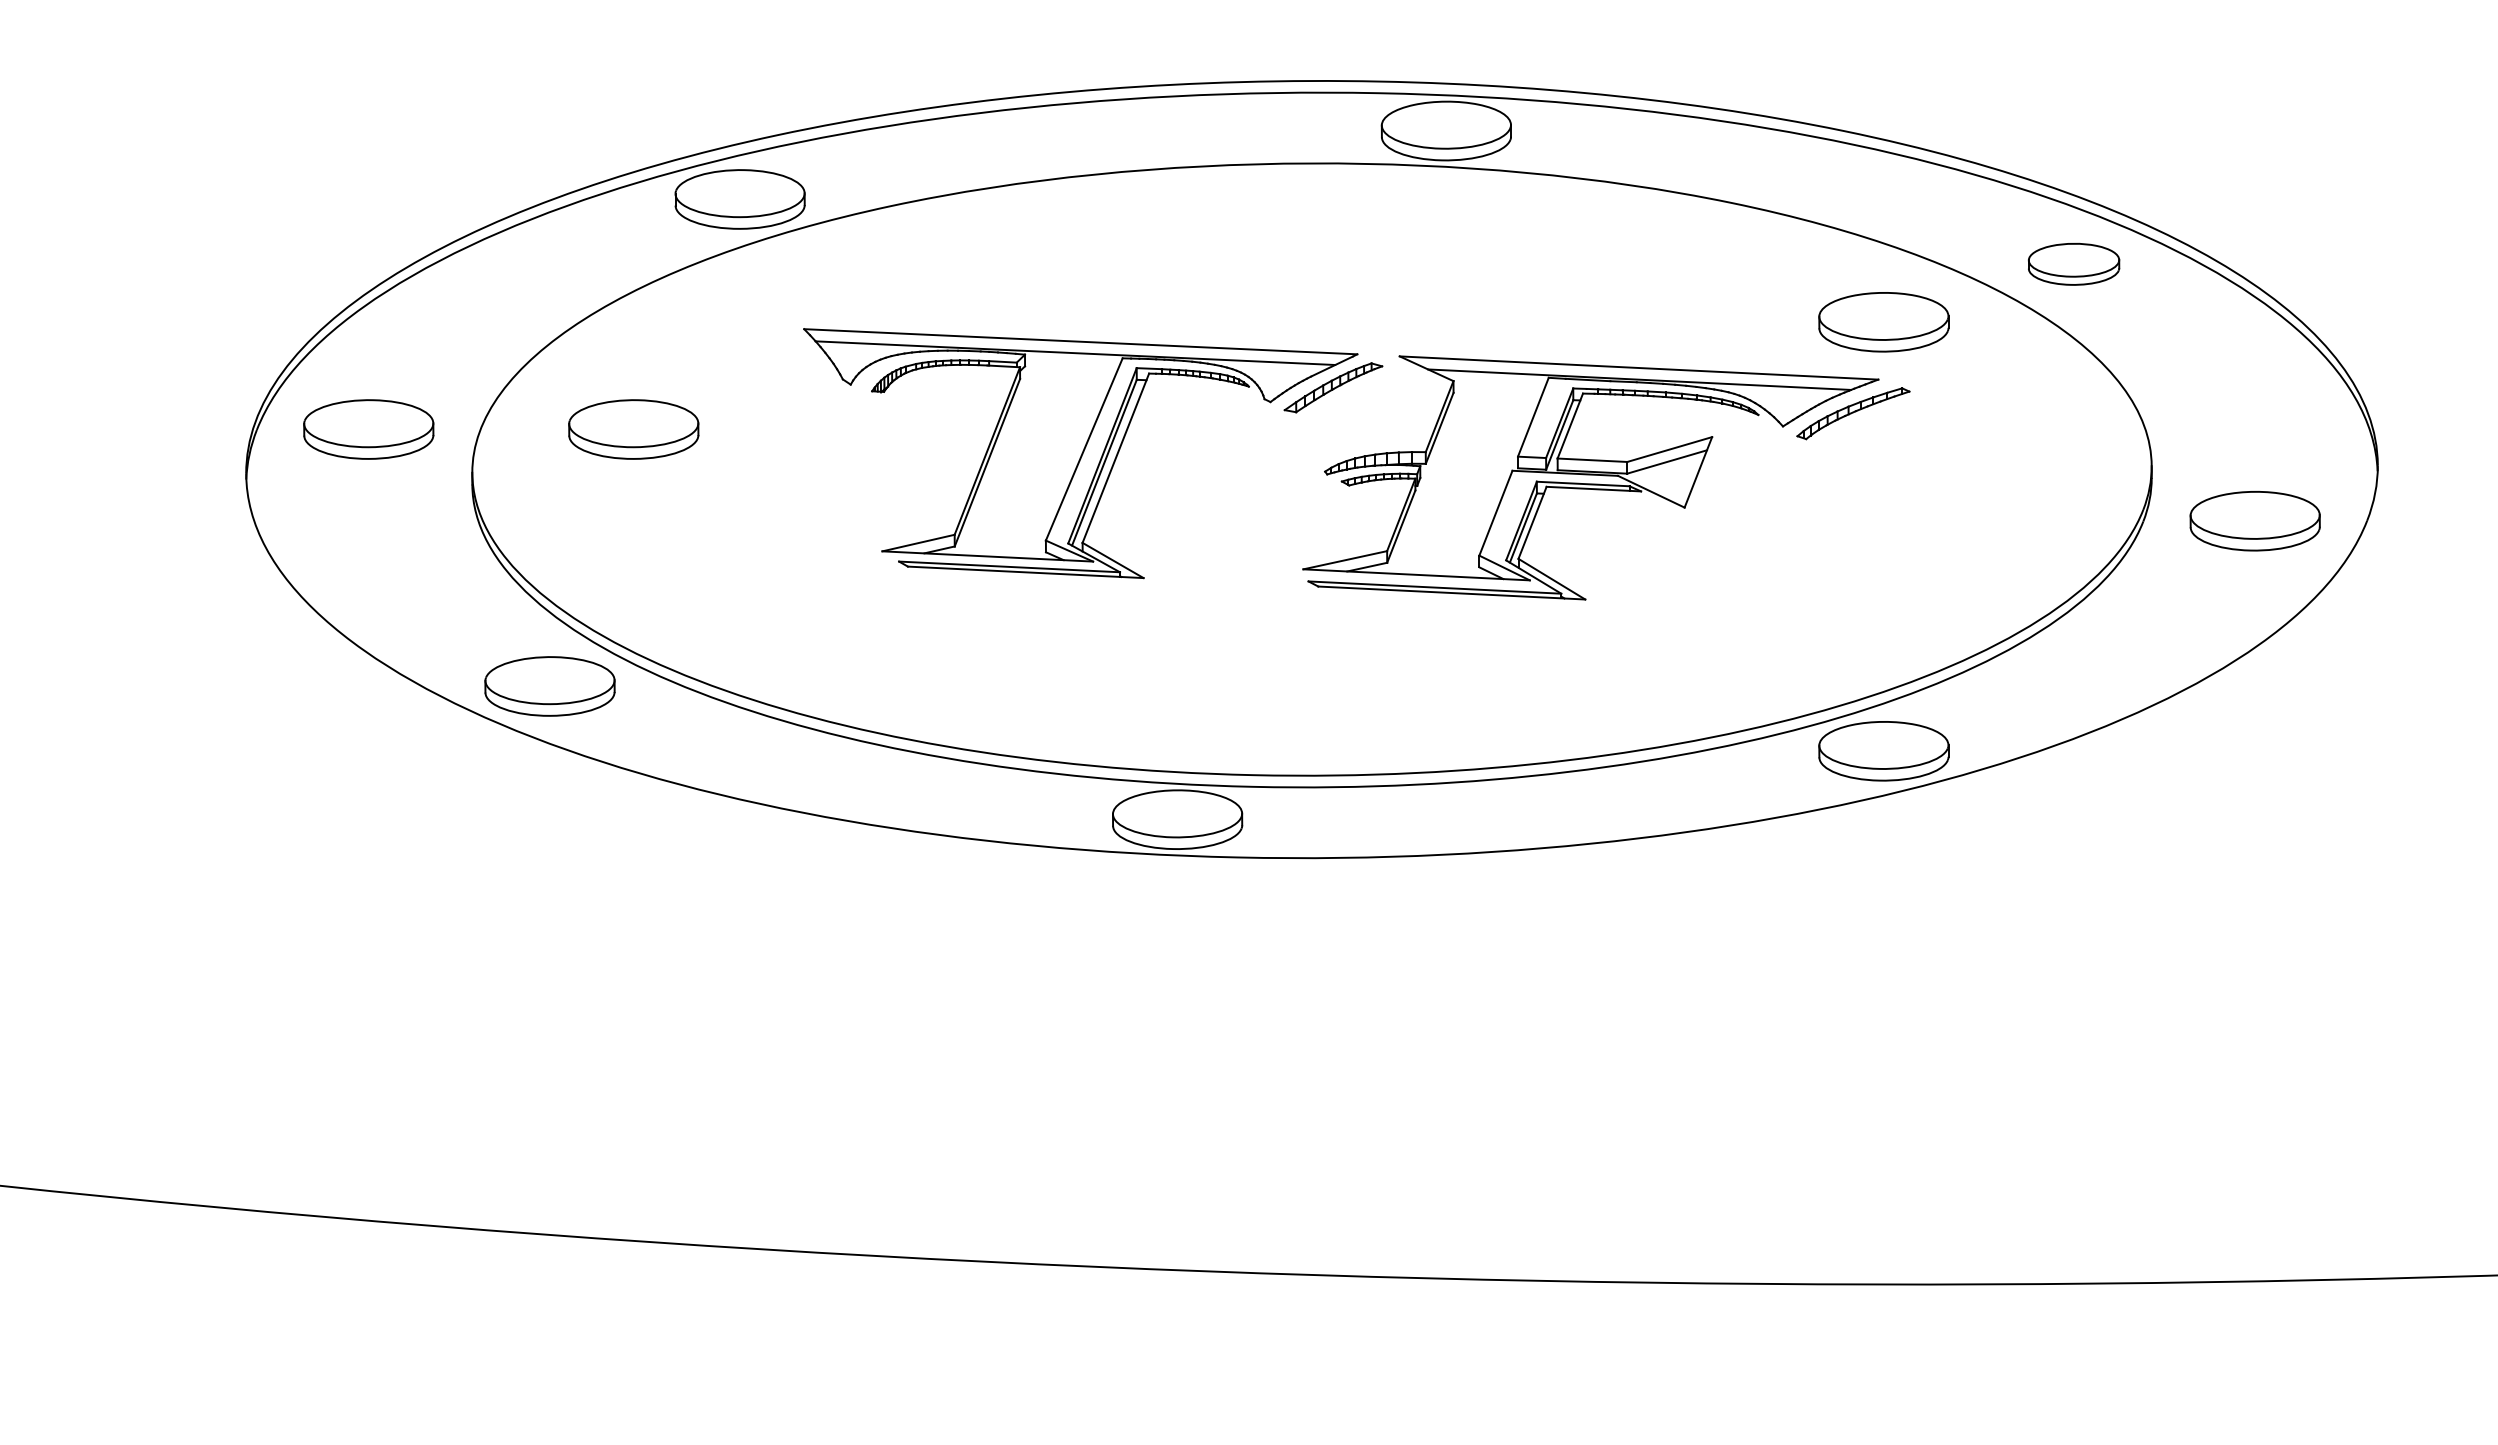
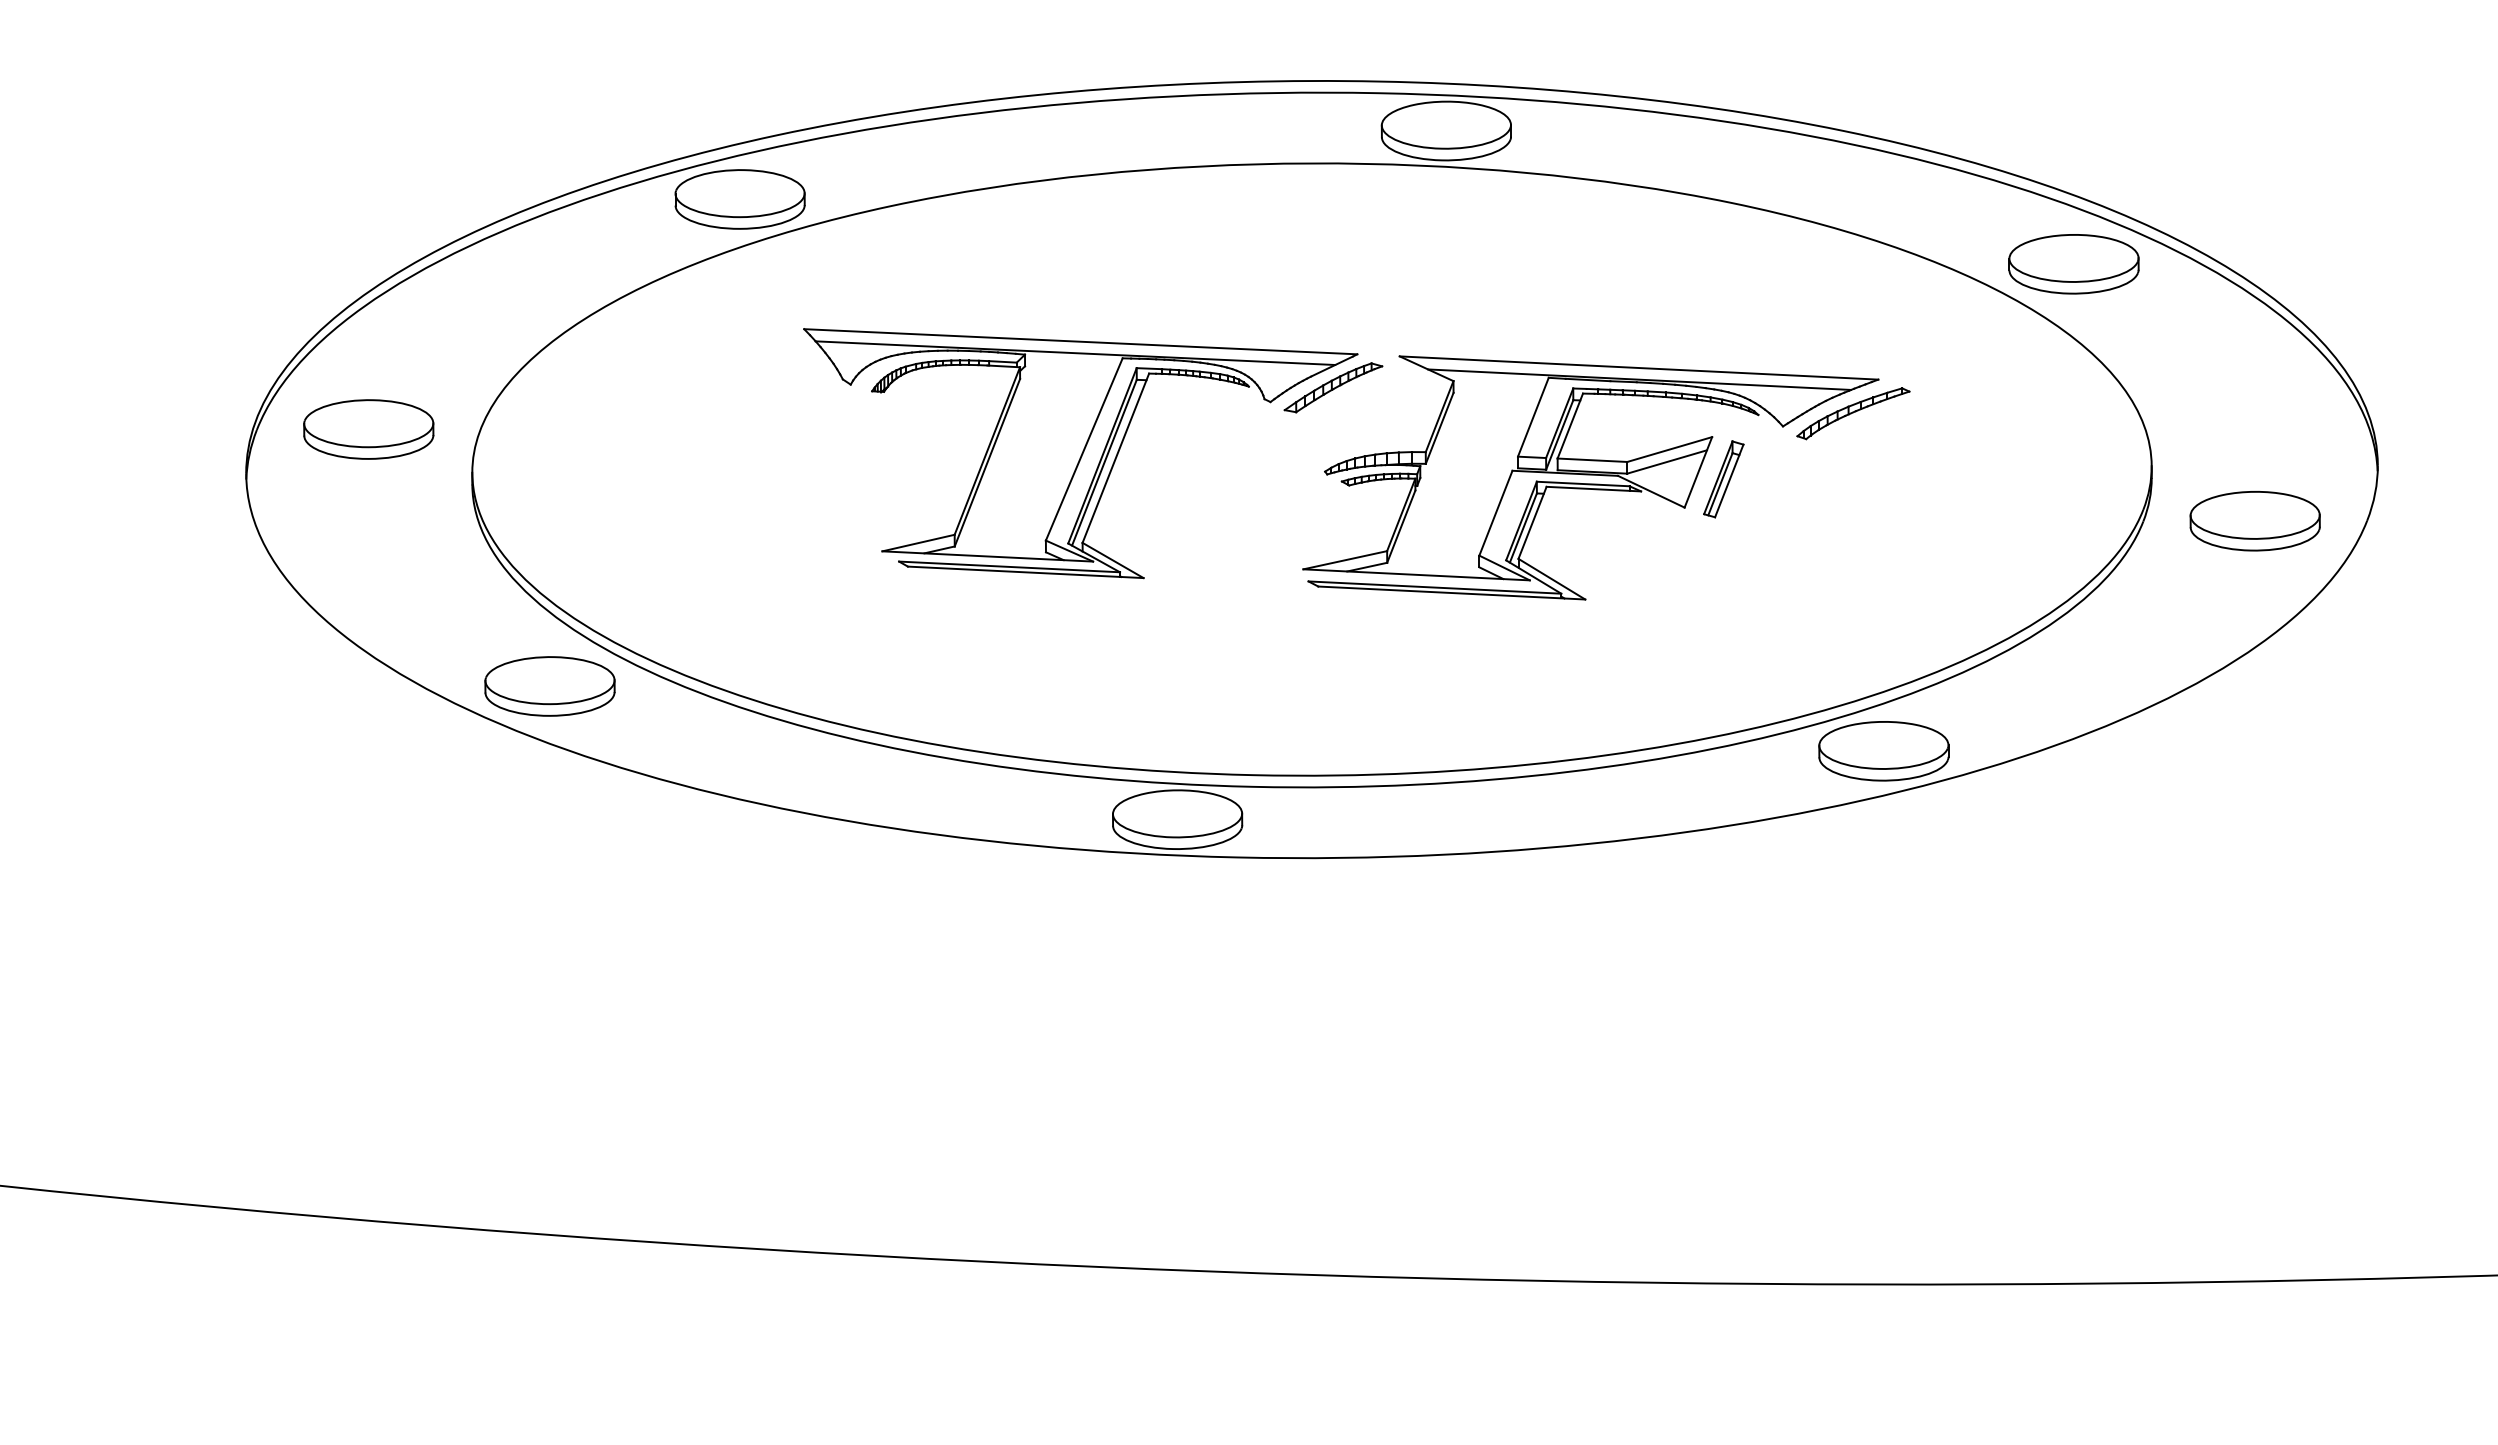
part at (2074, 263) size: 93x44 px -> 132x61 px
part at (1883, 322): present -> none
part at (633, 429): present -> none
part at (1723, 479): none -> present
